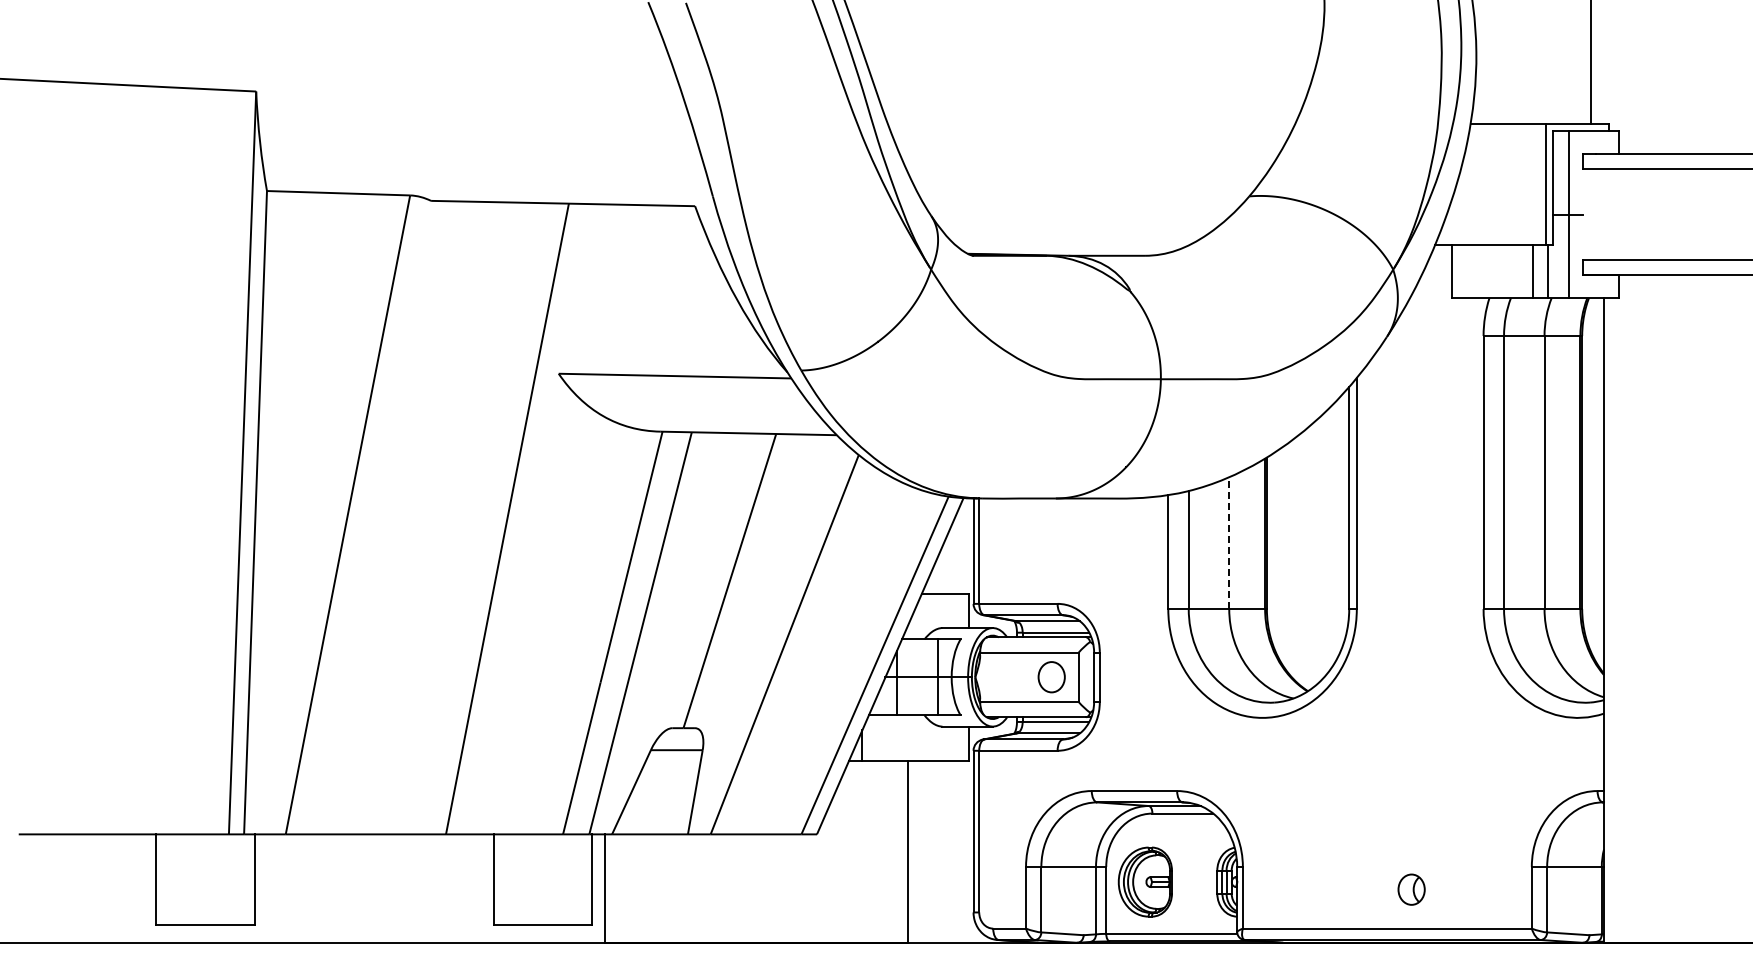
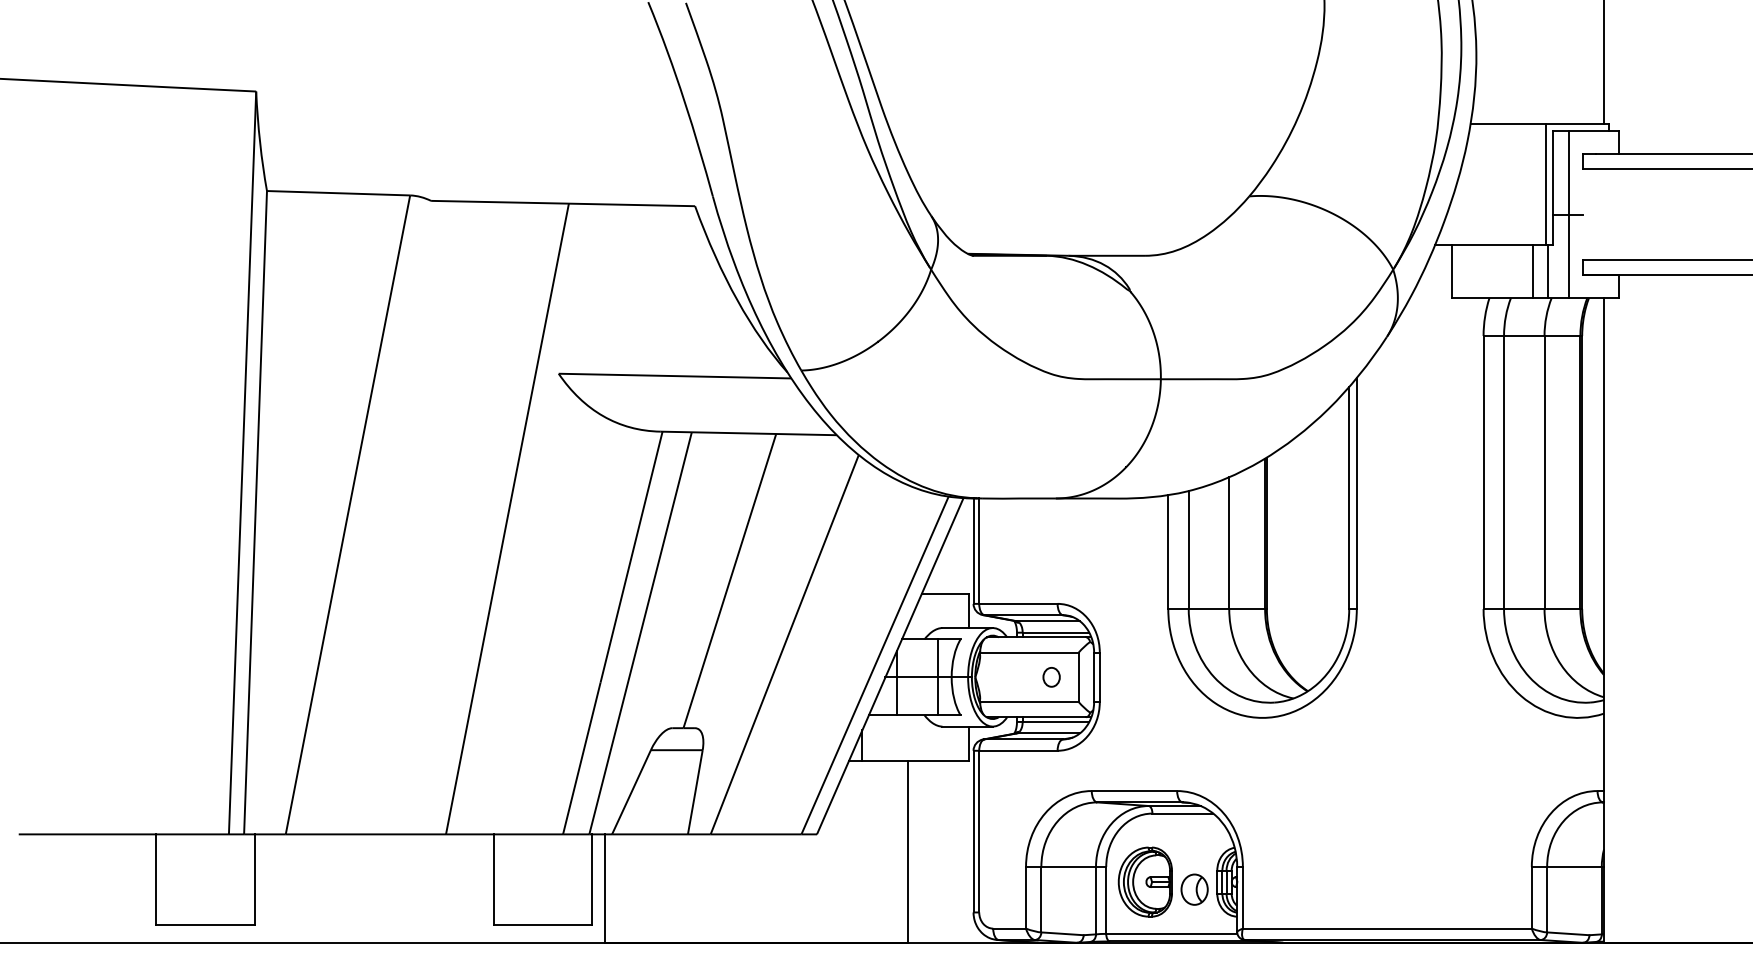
line at (1591, 62) position: (1591, 62) -> (1604, 62)
line at (1229, 543): dashed -> solid
part at (1051, 677) size: 29x33 px -> 19x21 px
part at (1411, 889) position: (1411, 889) -> (1194, 889)
